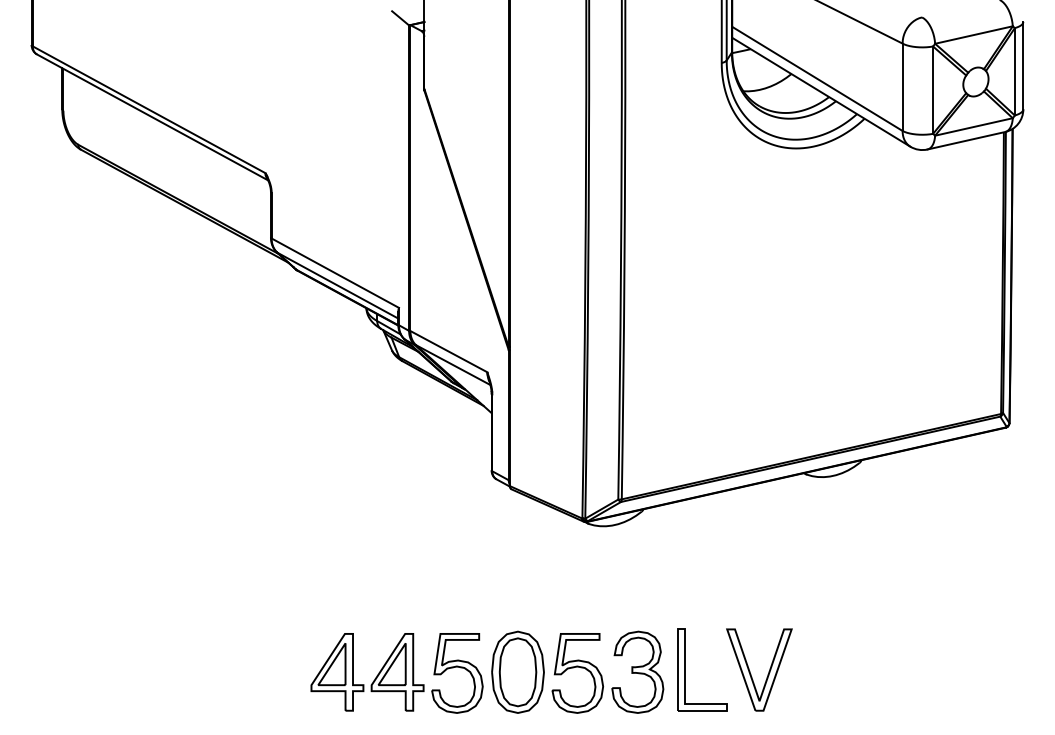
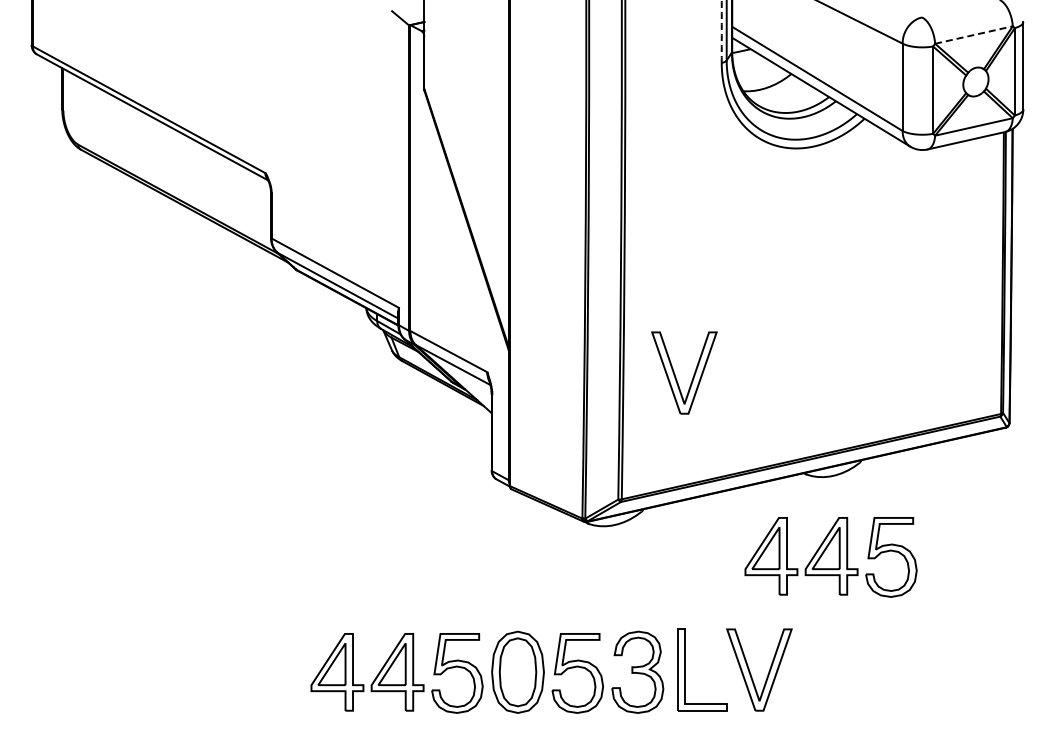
arc at (721, 31): solid -> dashed
line at (973, 35): solid -> dashed
part at (675, 374): none -> present
part at (830, 557): none -> present
